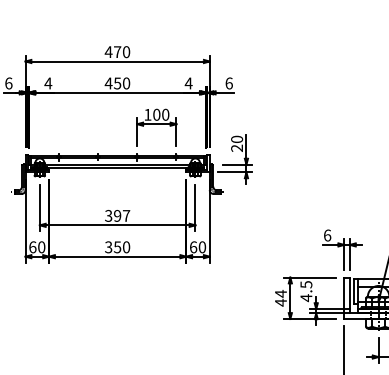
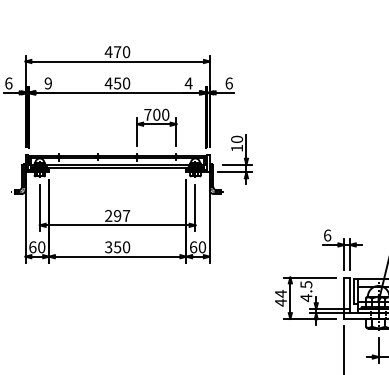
text at (48, 83): 4 -> 9
text at (147, 114): 100 -> 700
text at (236, 147): 20 -> 10
text at (108, 215): 397 -> 297
